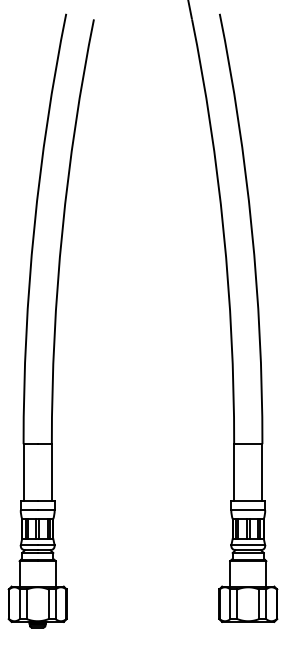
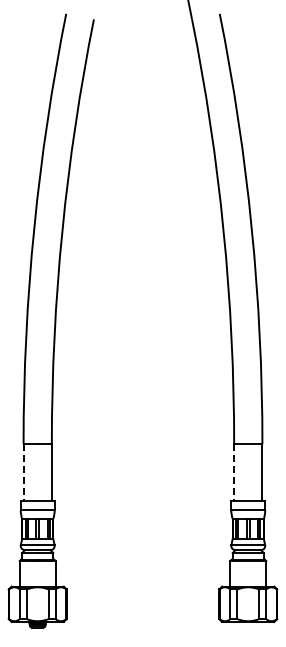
line at (23, 472): solid -> dashed
line at (234, 472): solid -> dashed
